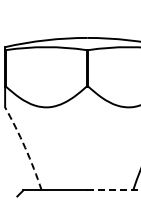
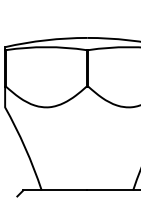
arc at (25, 147): dashed -> solid
line at (114, 190): dashed -> solid
